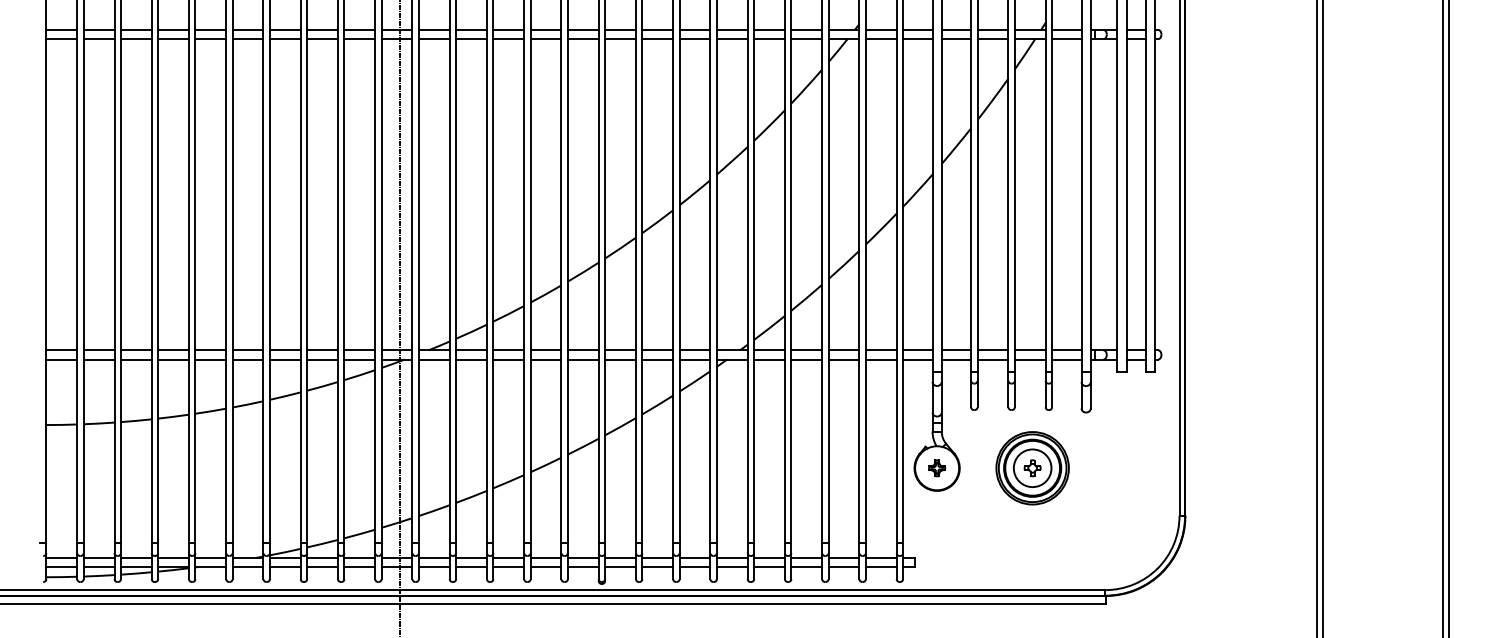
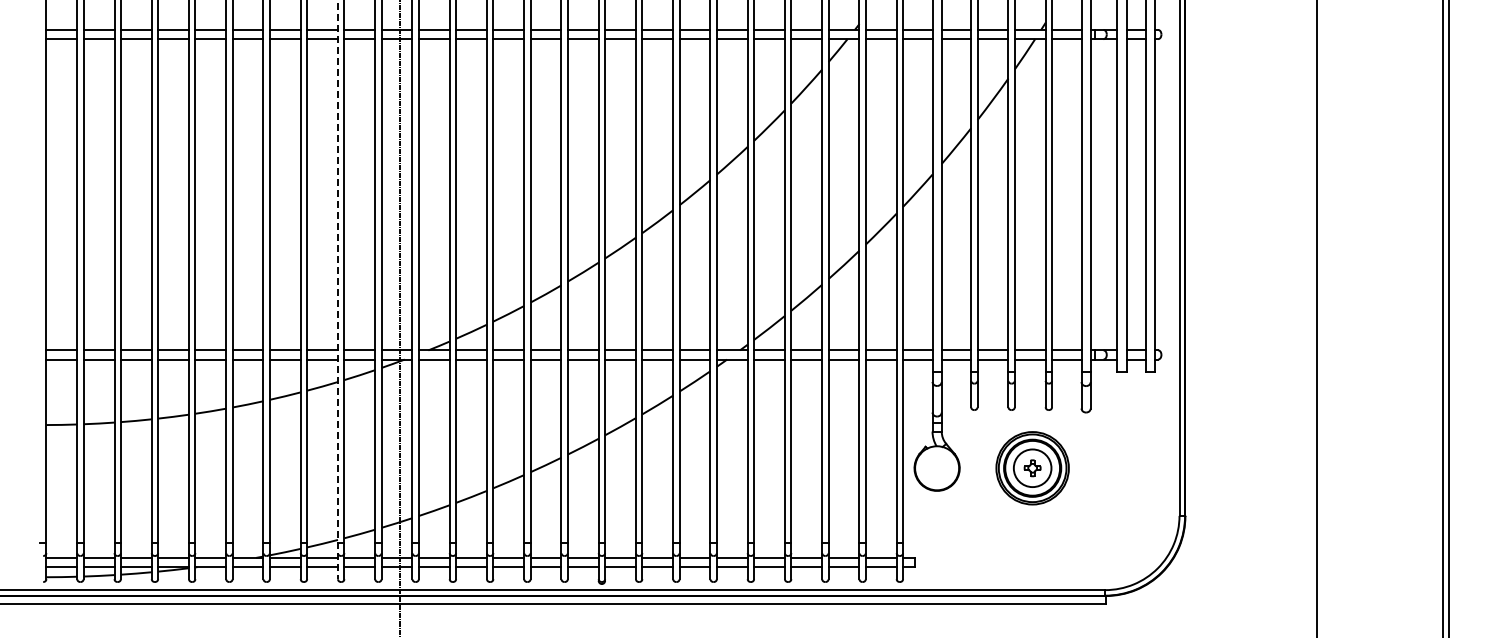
line at (337, 290): solid -> dashed
line at (1323, 318): present -> none
part at (936, 468): present -> none
